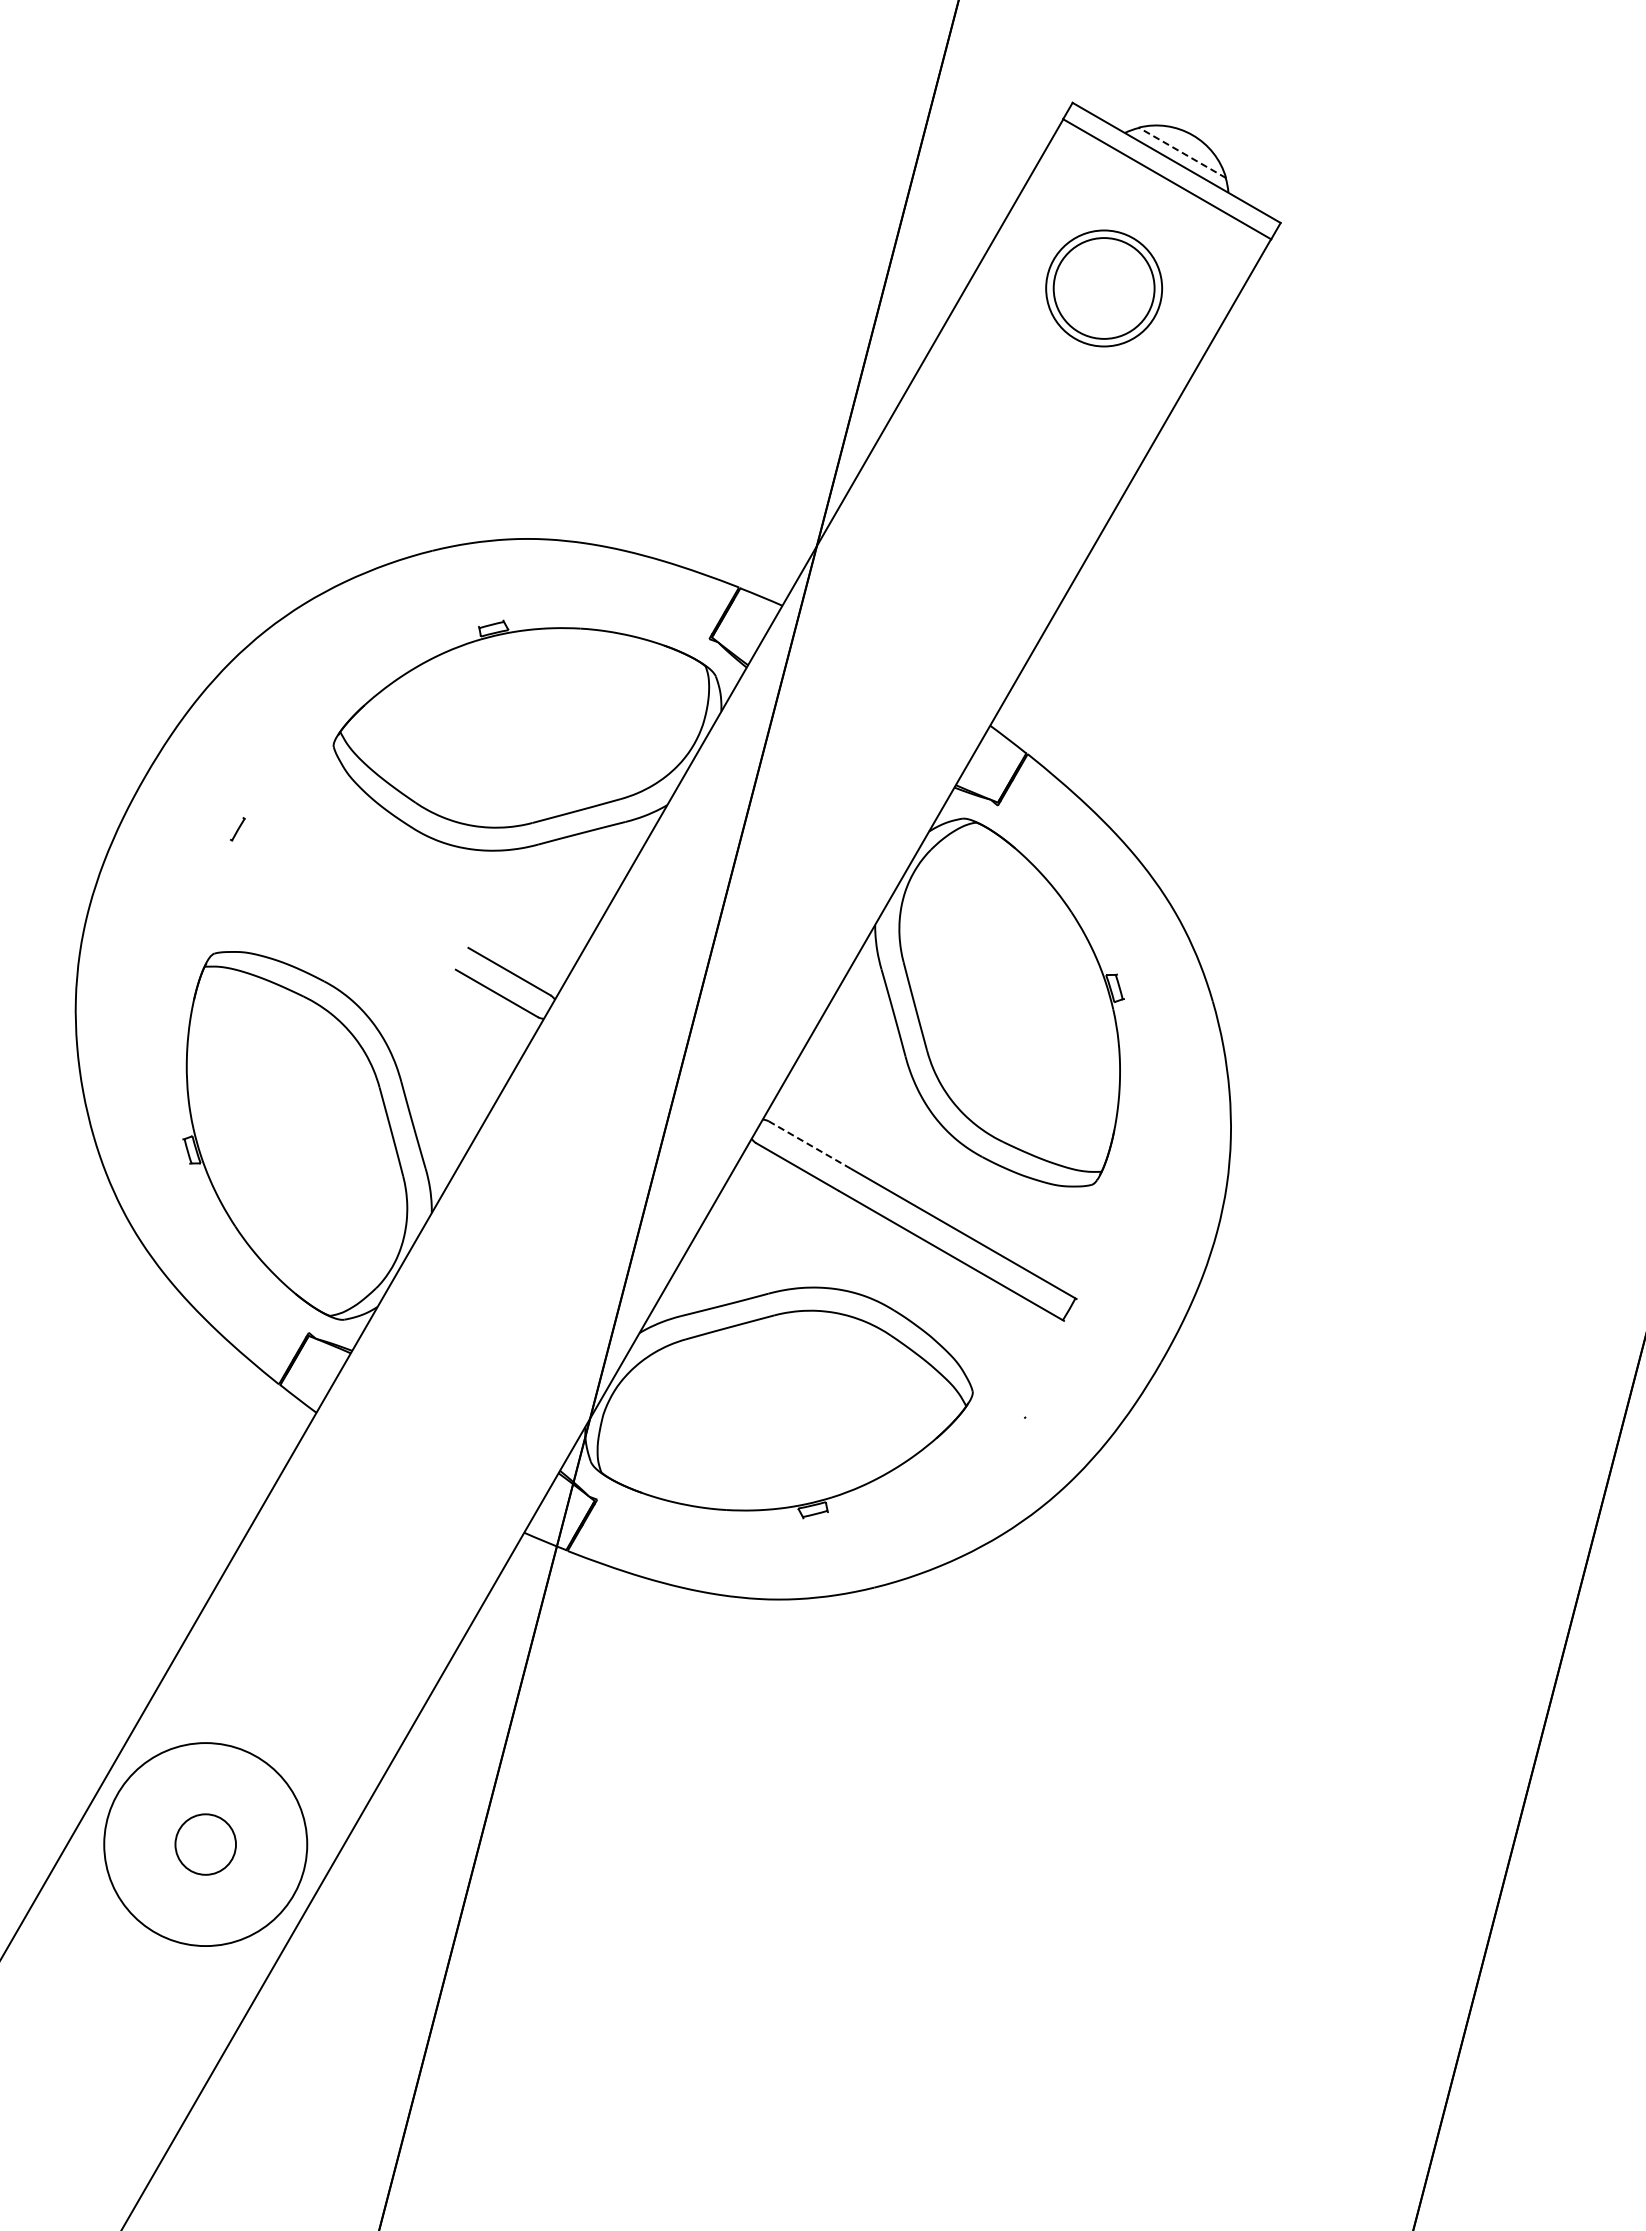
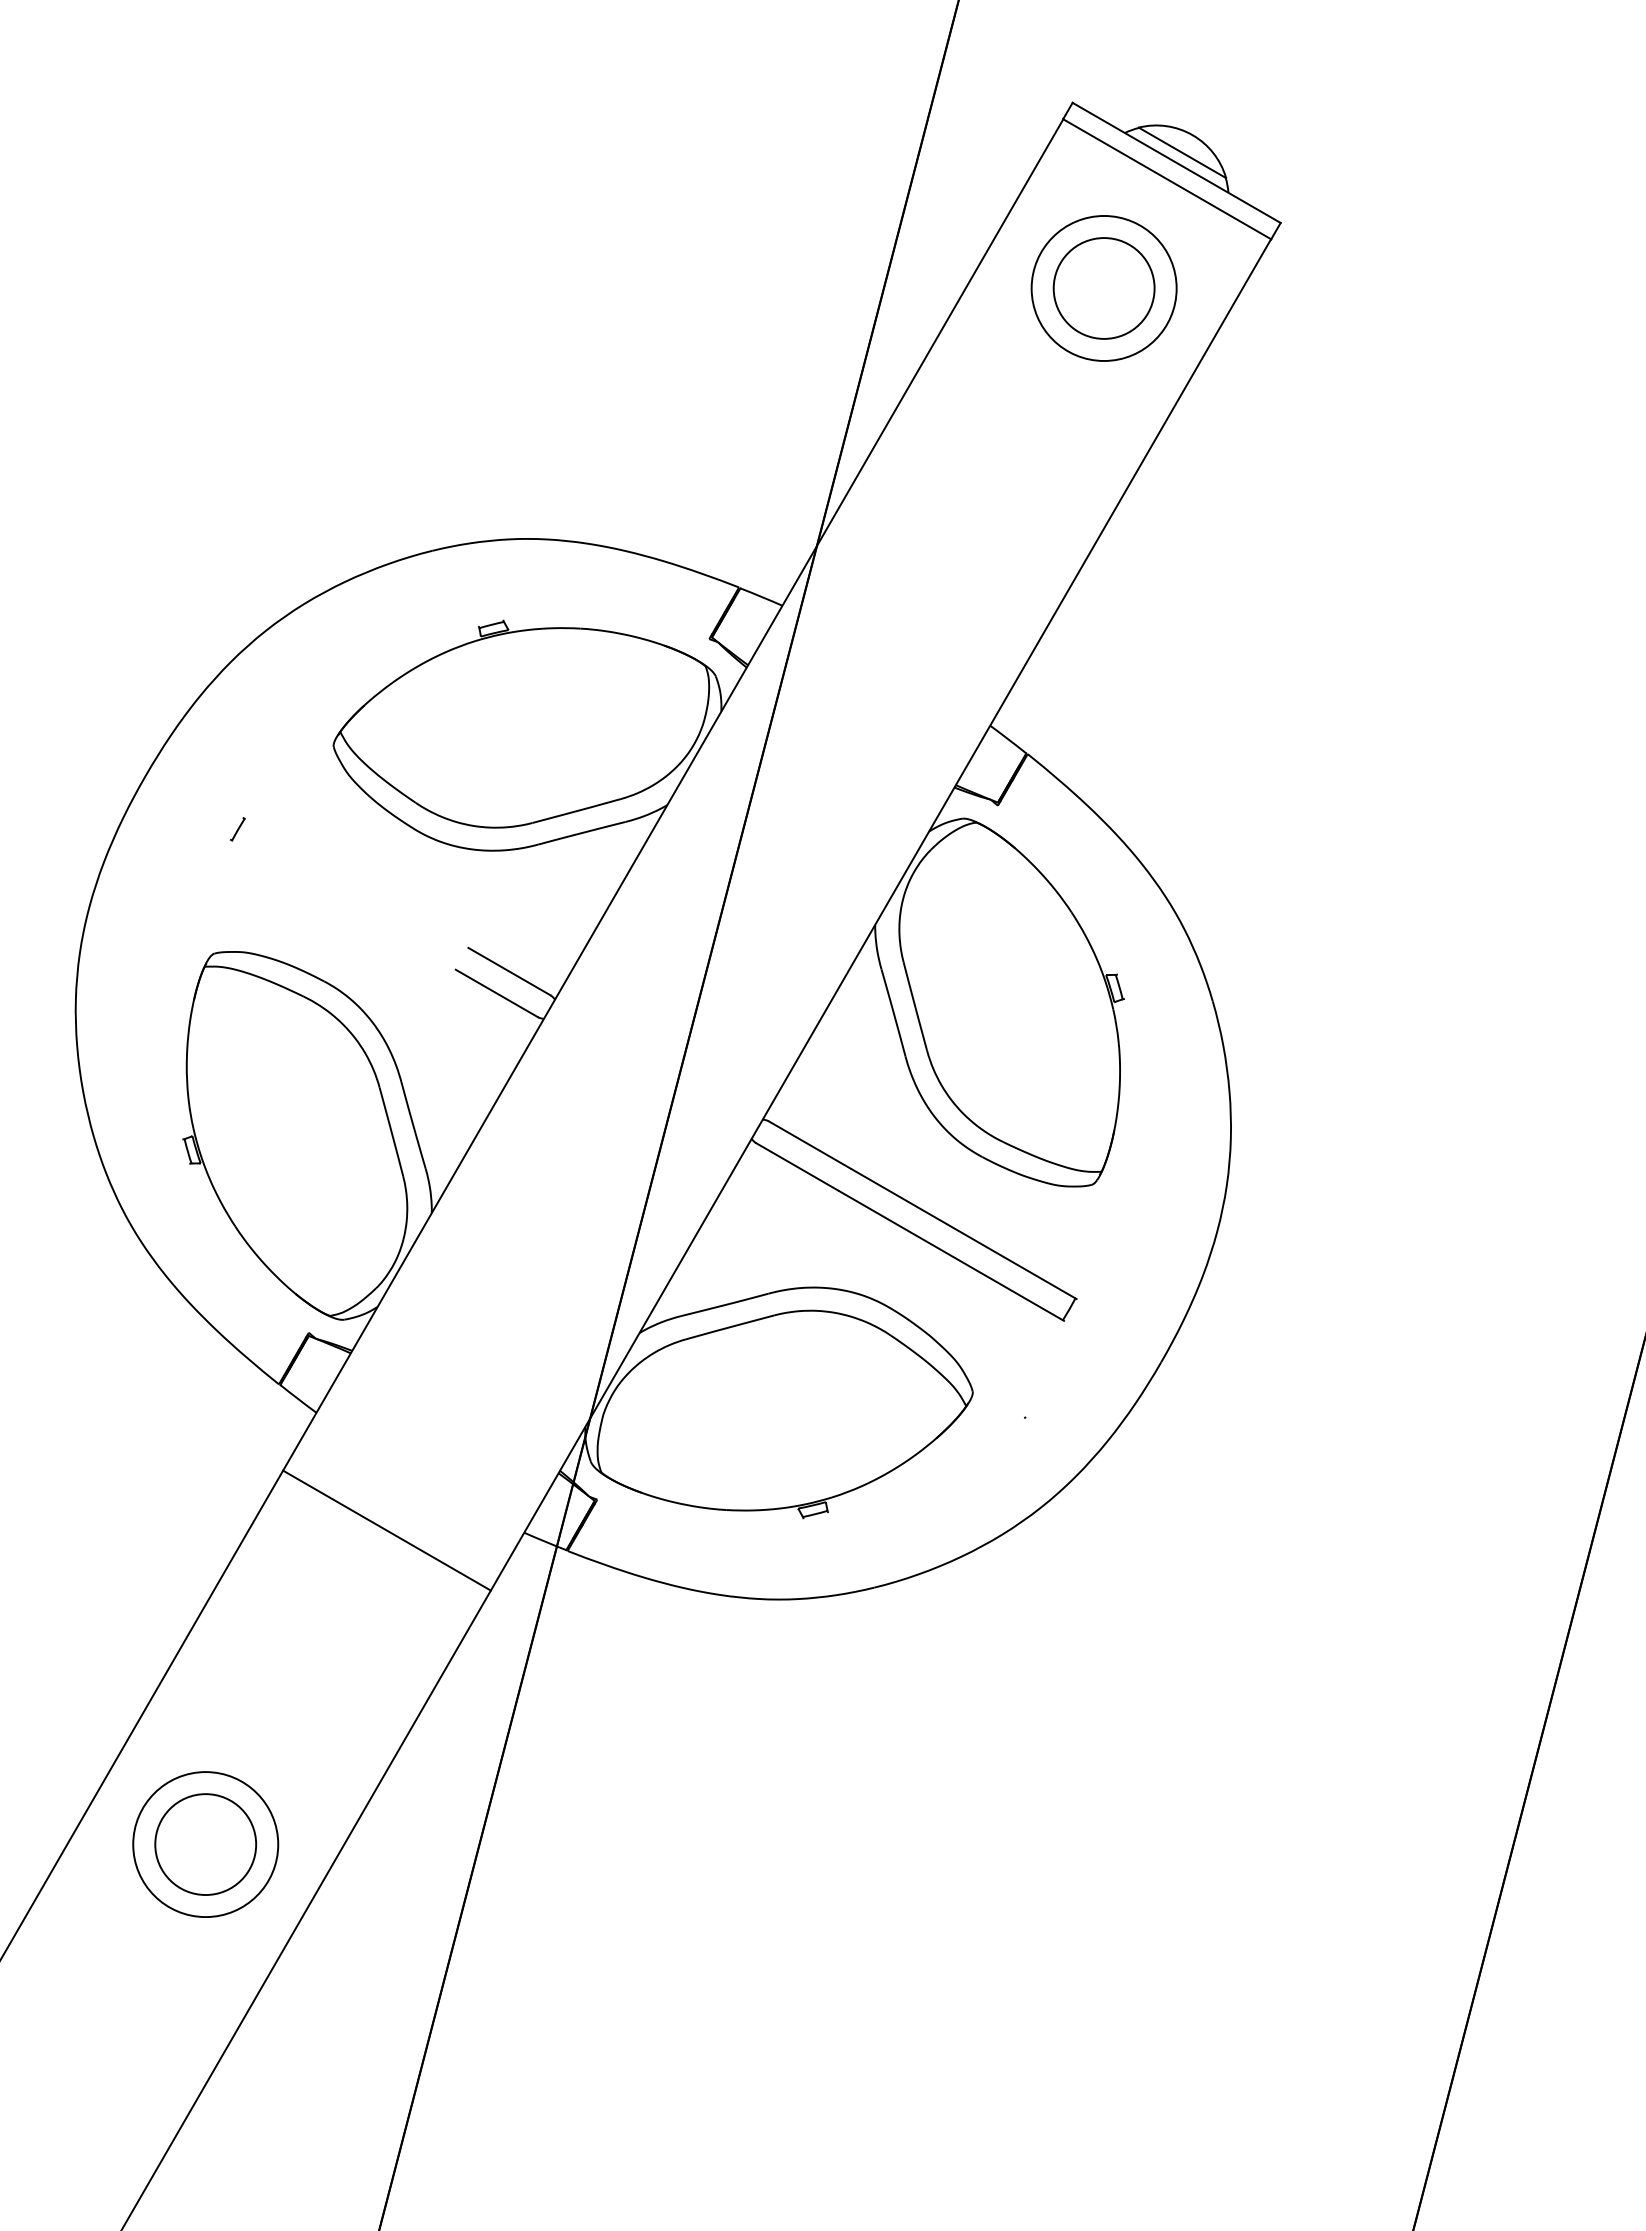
line at (1182, 152): dashed -> solid
circle at (1104, 288) diameter: 116 px -> 145 px
line at (809, 1144): dashed -> solid
line at (386, 1530): none -> present
circle at (205, 1844) diameter: 203 px -> 145 px
circle at (205, 1844) diameter: 61 px -> 101 px
